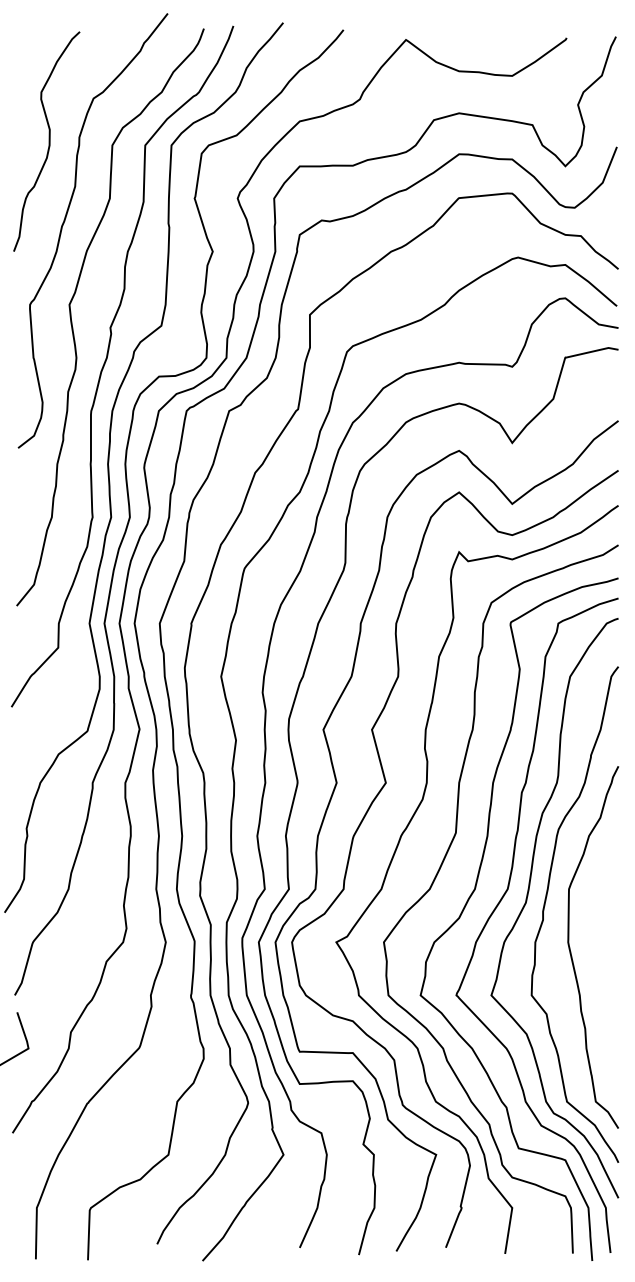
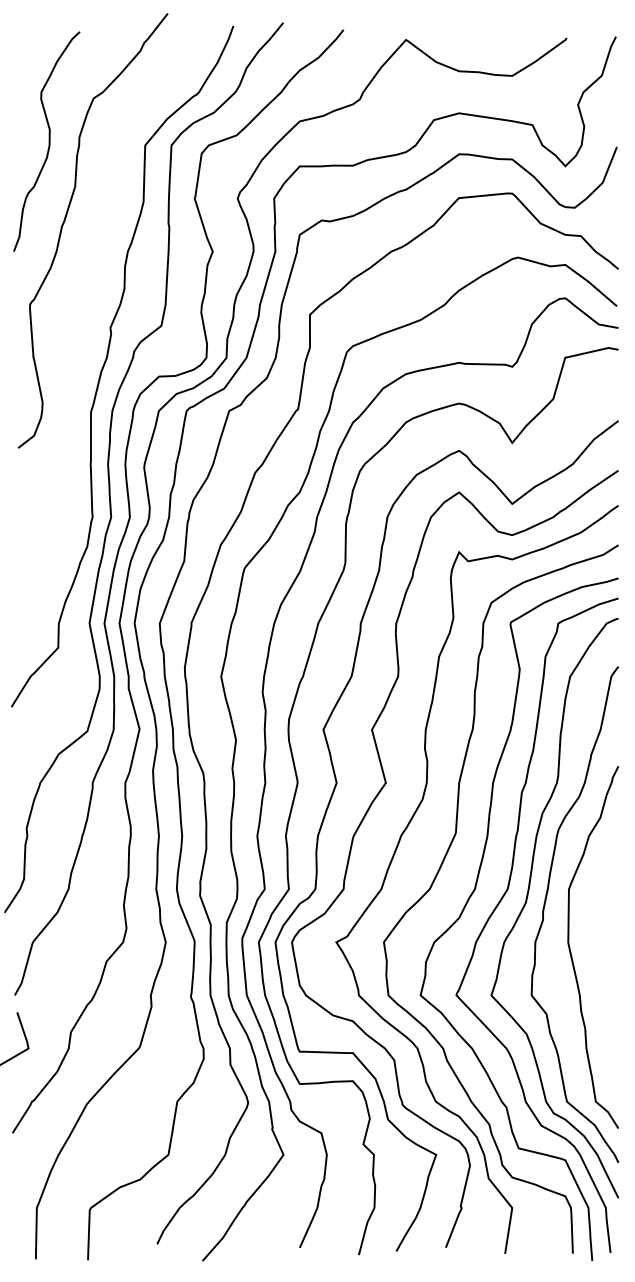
curve at (72, 321): present -> none
